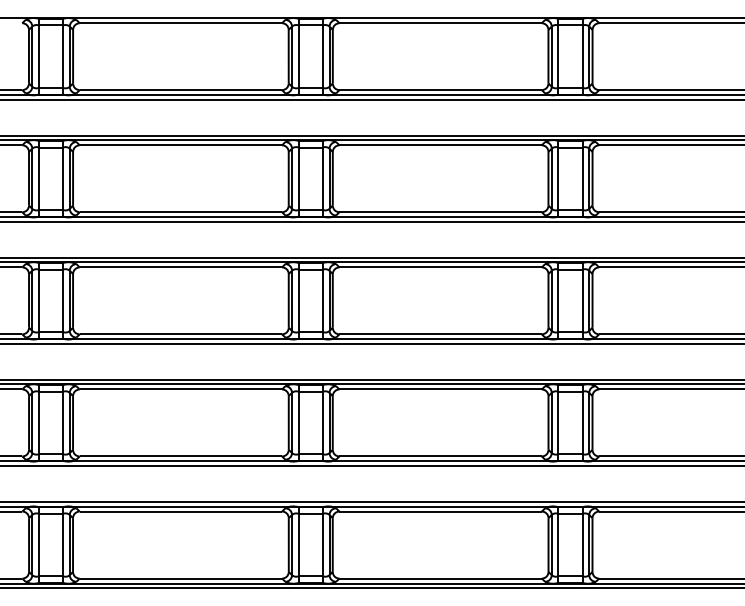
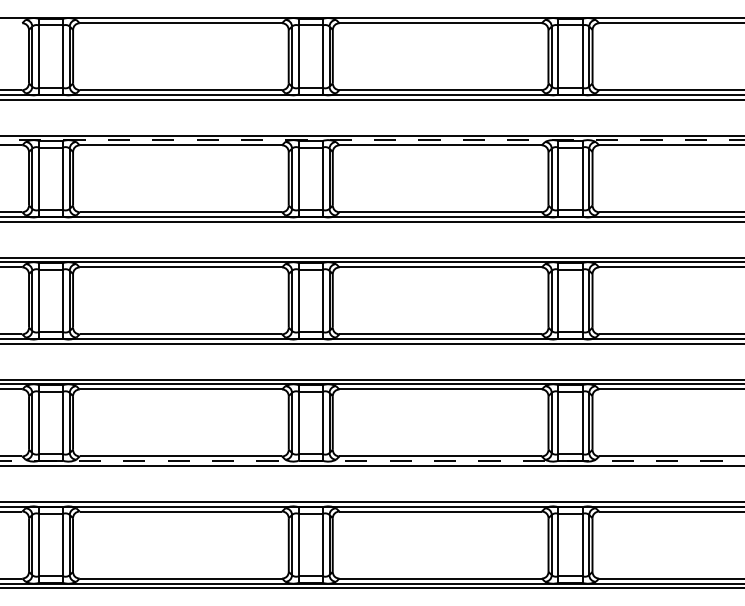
line at (371, 140): solid -> dashed
line at (373, 461): solid -> dashed
